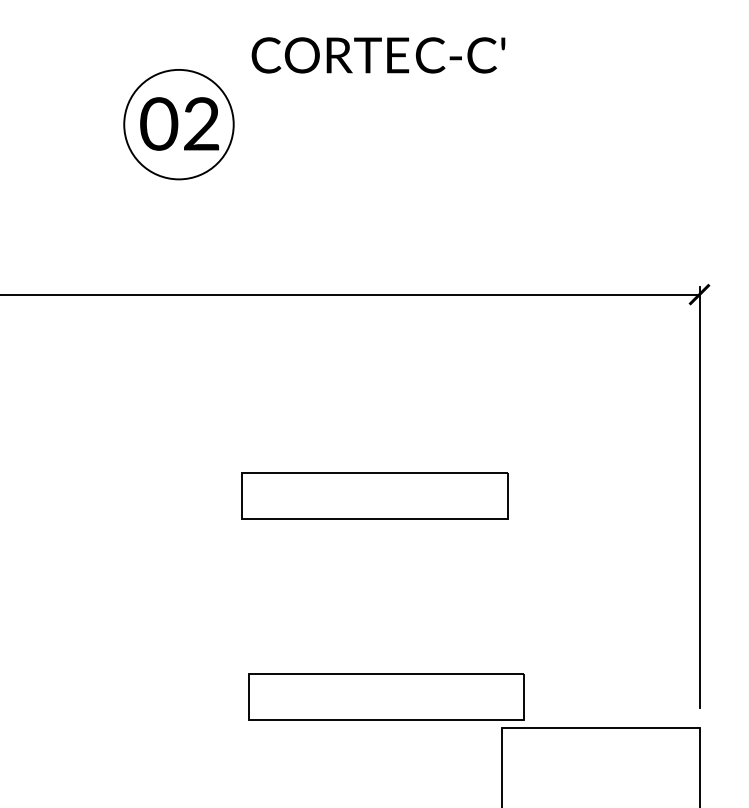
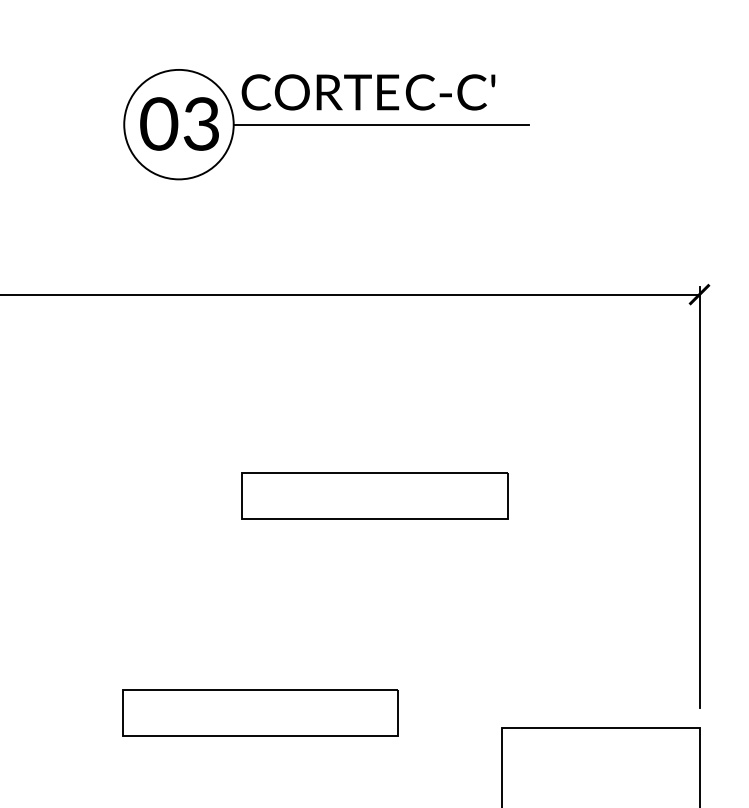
text at (378, 55) position: (378, 55) -> (368, 92)
text at (201, 124): 02 -> 03
line at (380, 124): none -> present
part at (386, 696) position: (386, 696) -> (260, 712)
